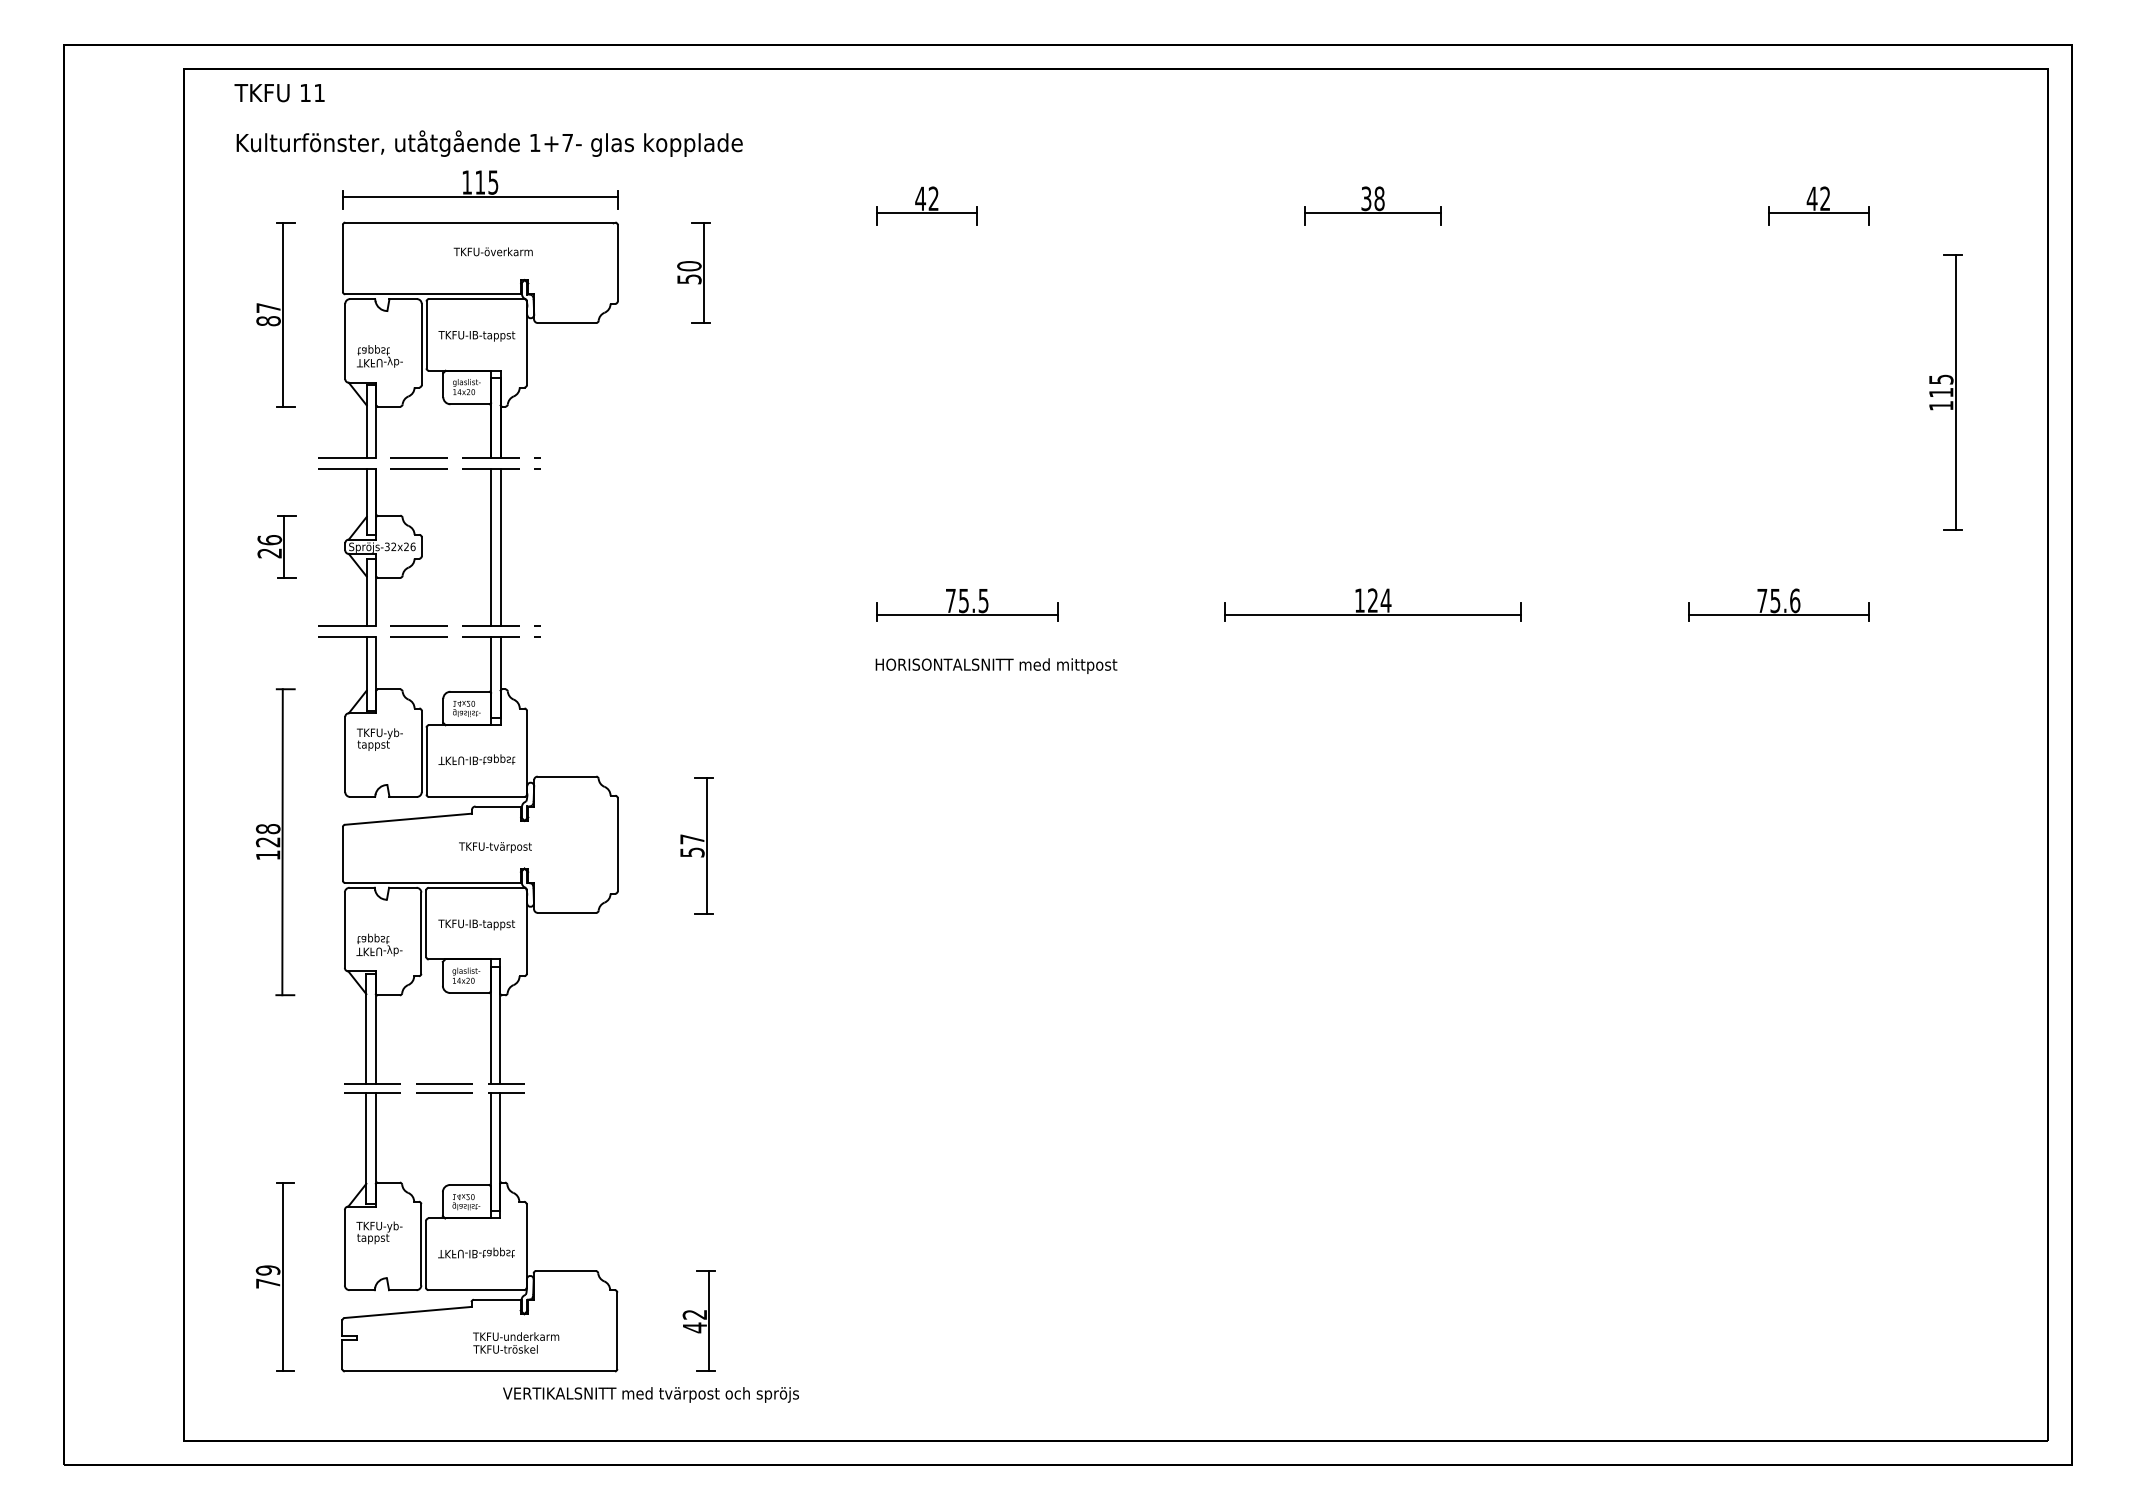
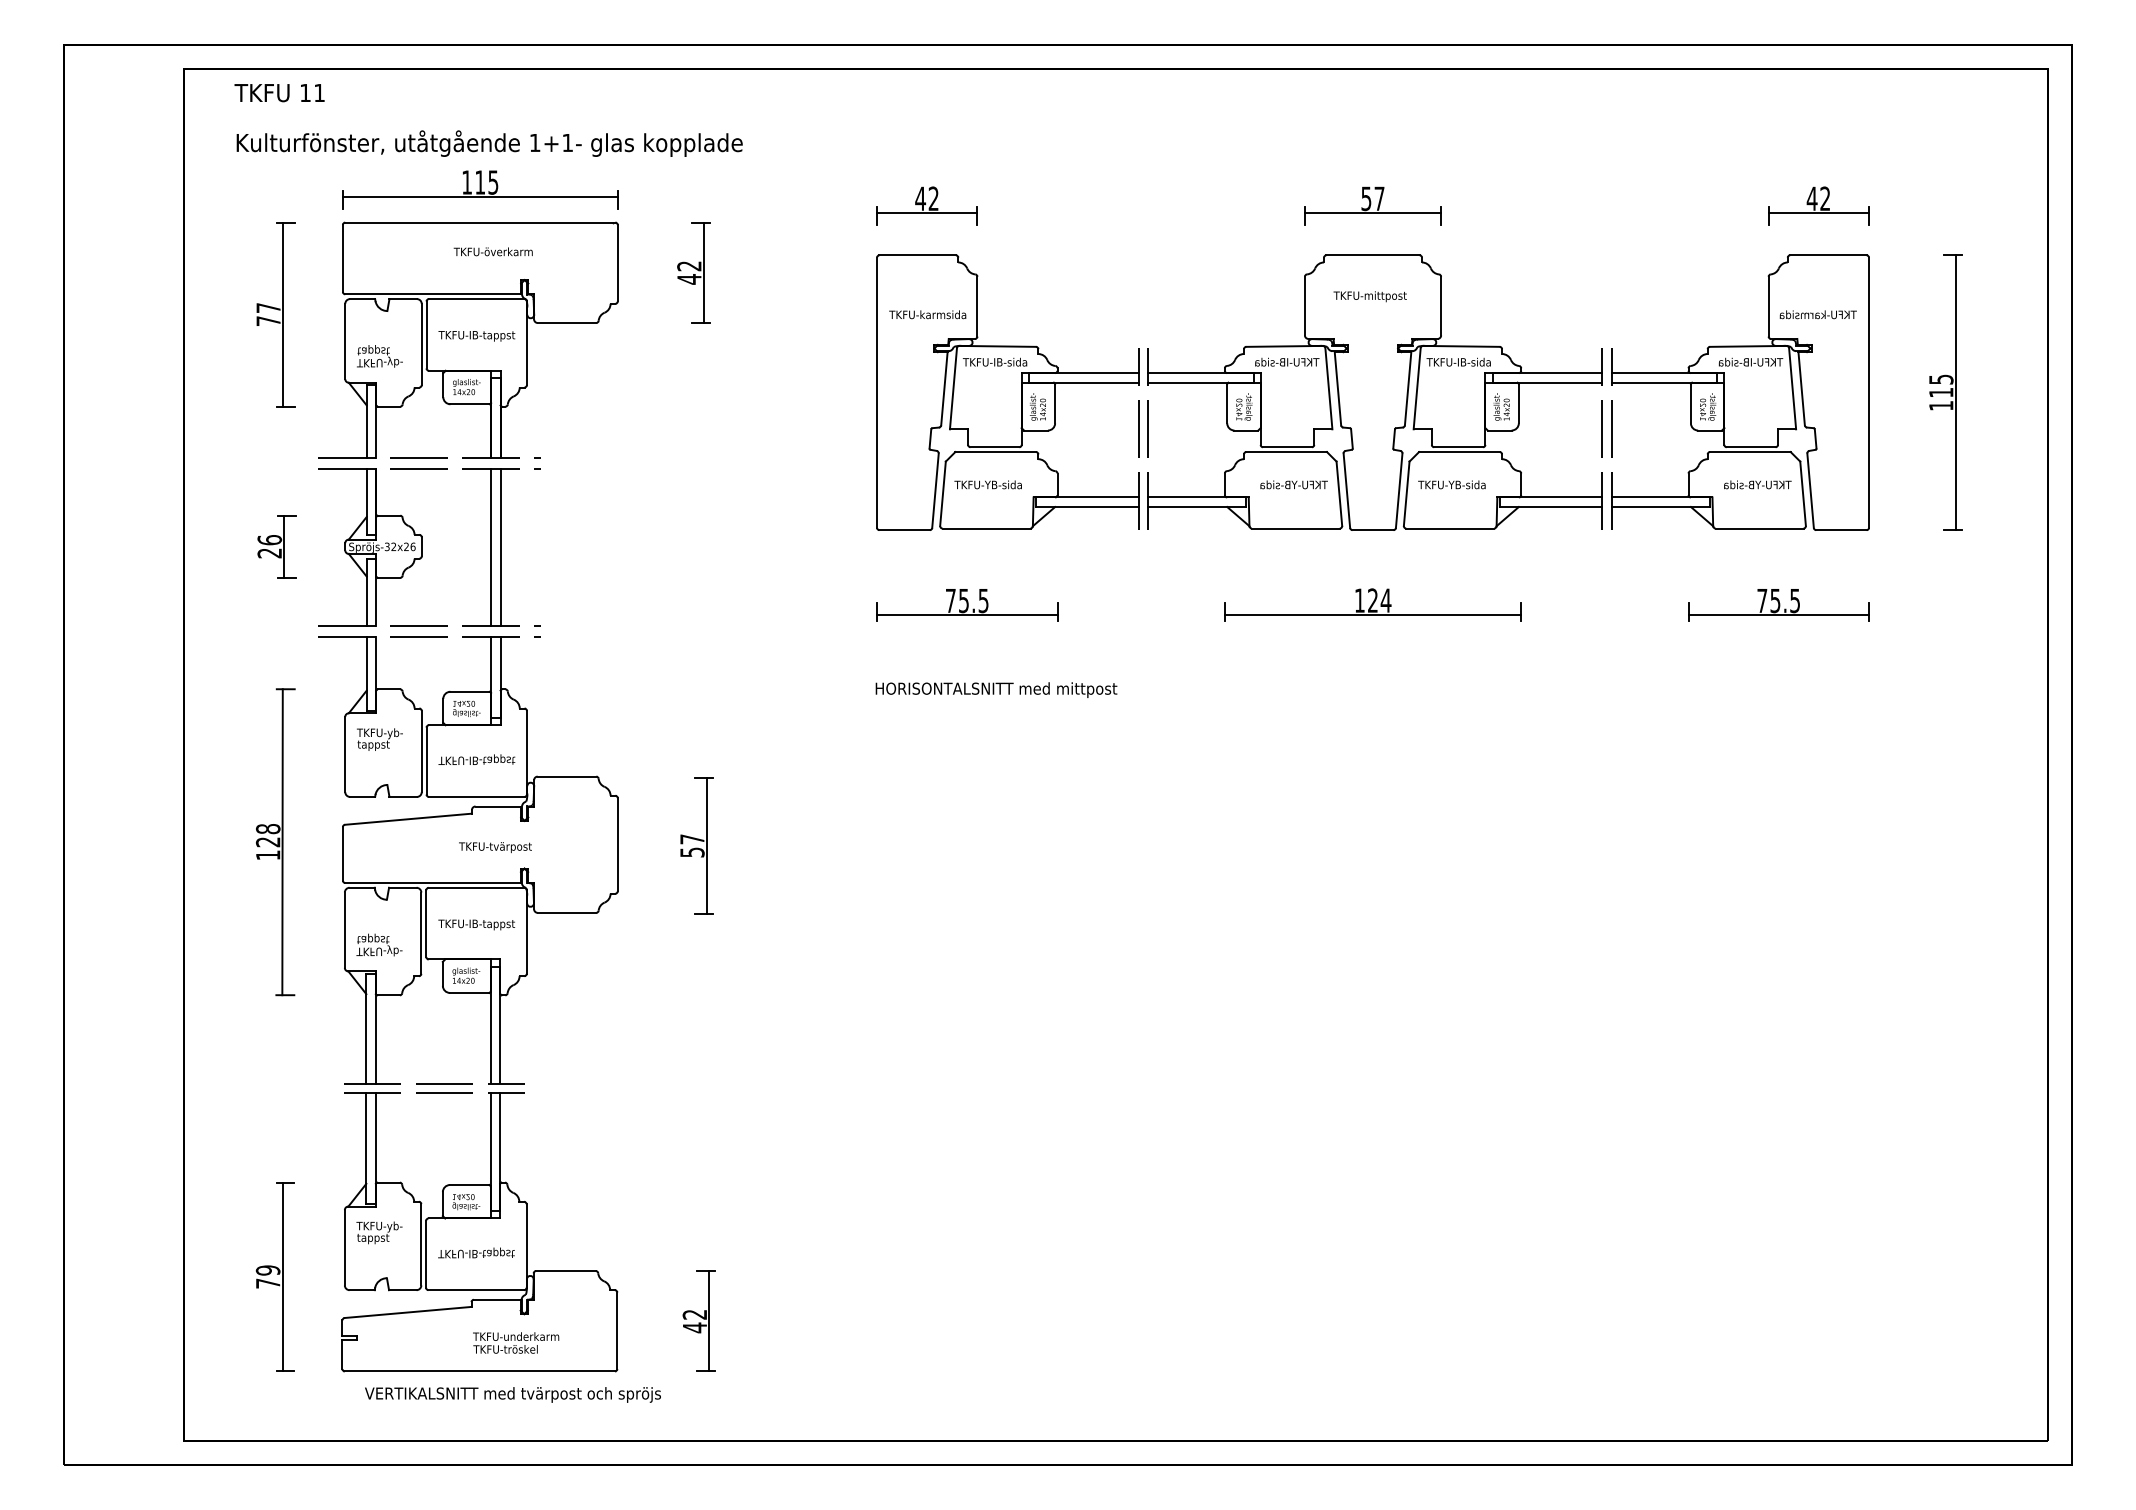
text at (567, 142): 1+7- -> 1+1-
text at (1373, 198): 38 -> 57
text at (689, 272): 50 -> 42
text at (268, 321): 87 -> 77
part at (1372, 392): none -> present
text at (1795, 600): 75.6 -> 75.5
text at (996, 665) position: (996, 665) -> (996, 689)
text at (650, 1394) position: (650, 1394) -> (512, 1394)
